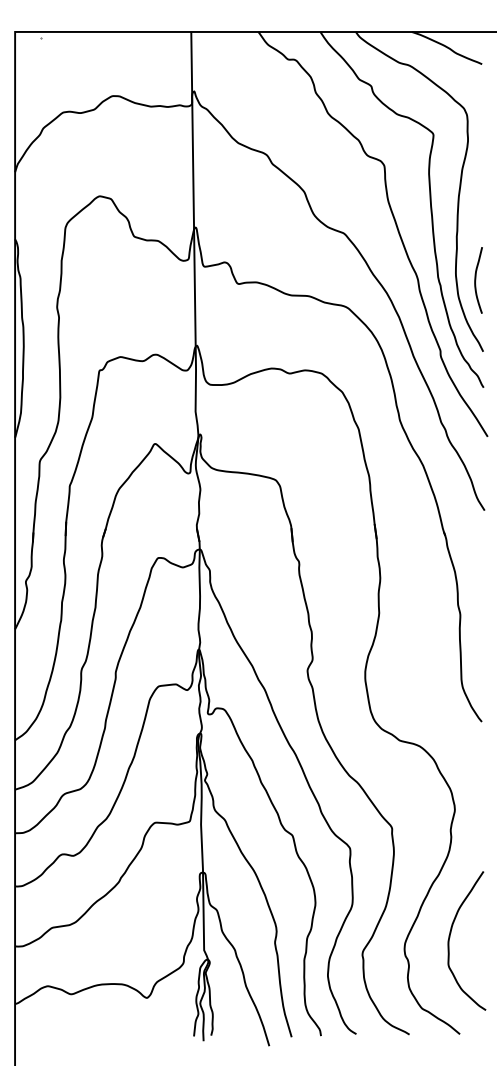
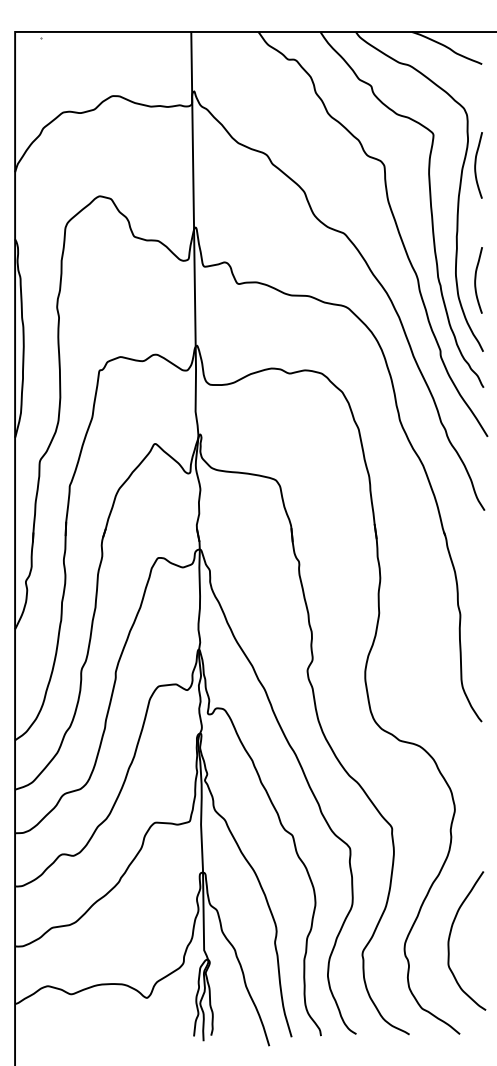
curve at (476, 165): none -> present
